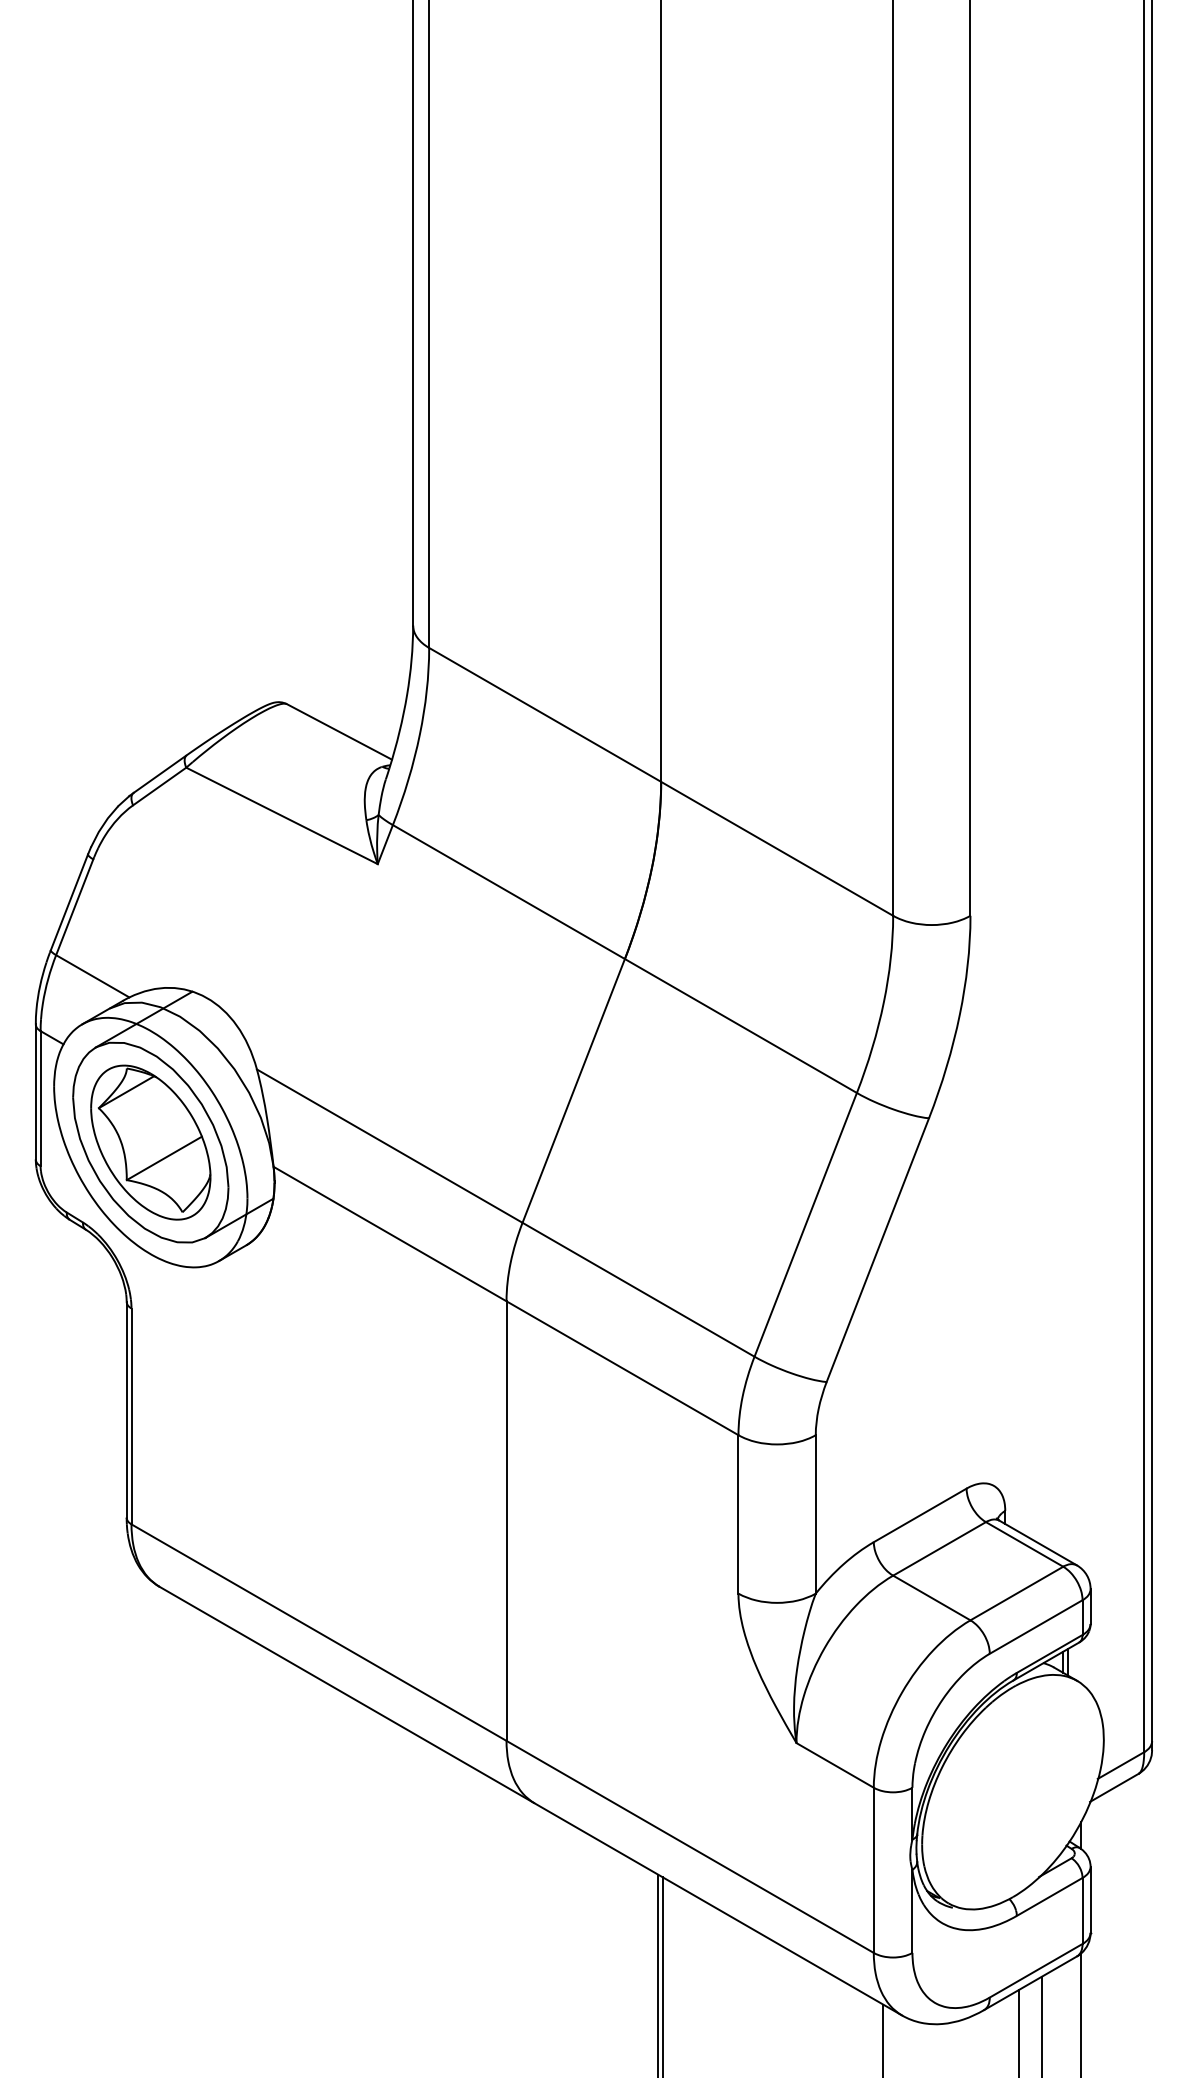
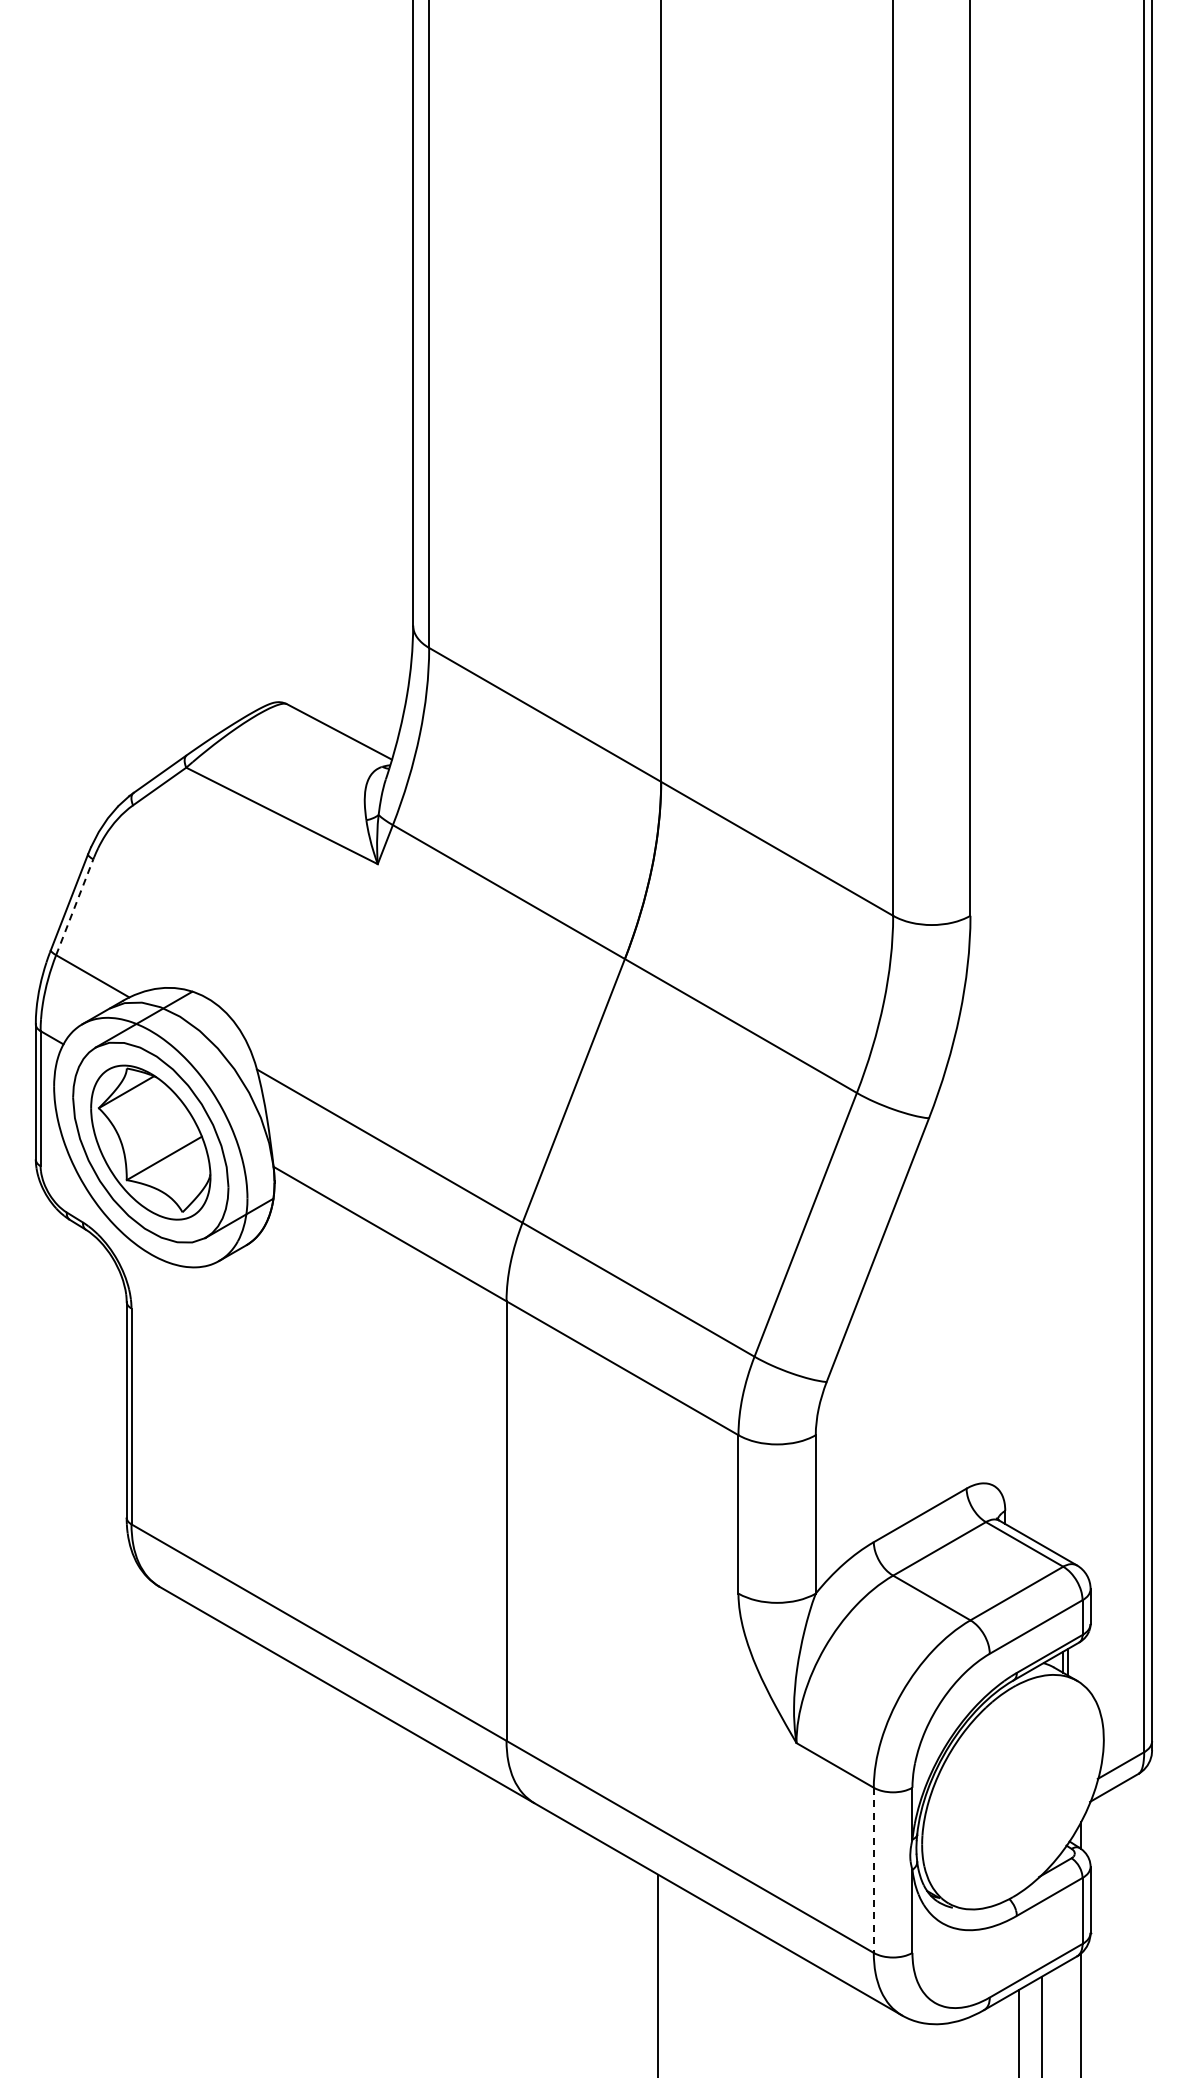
line at (74, 906): solid -> dashed
line at (873, 1870): solid -> dashed
line at (663, 1975): present -> none
line at (883, 2039): present -> none
